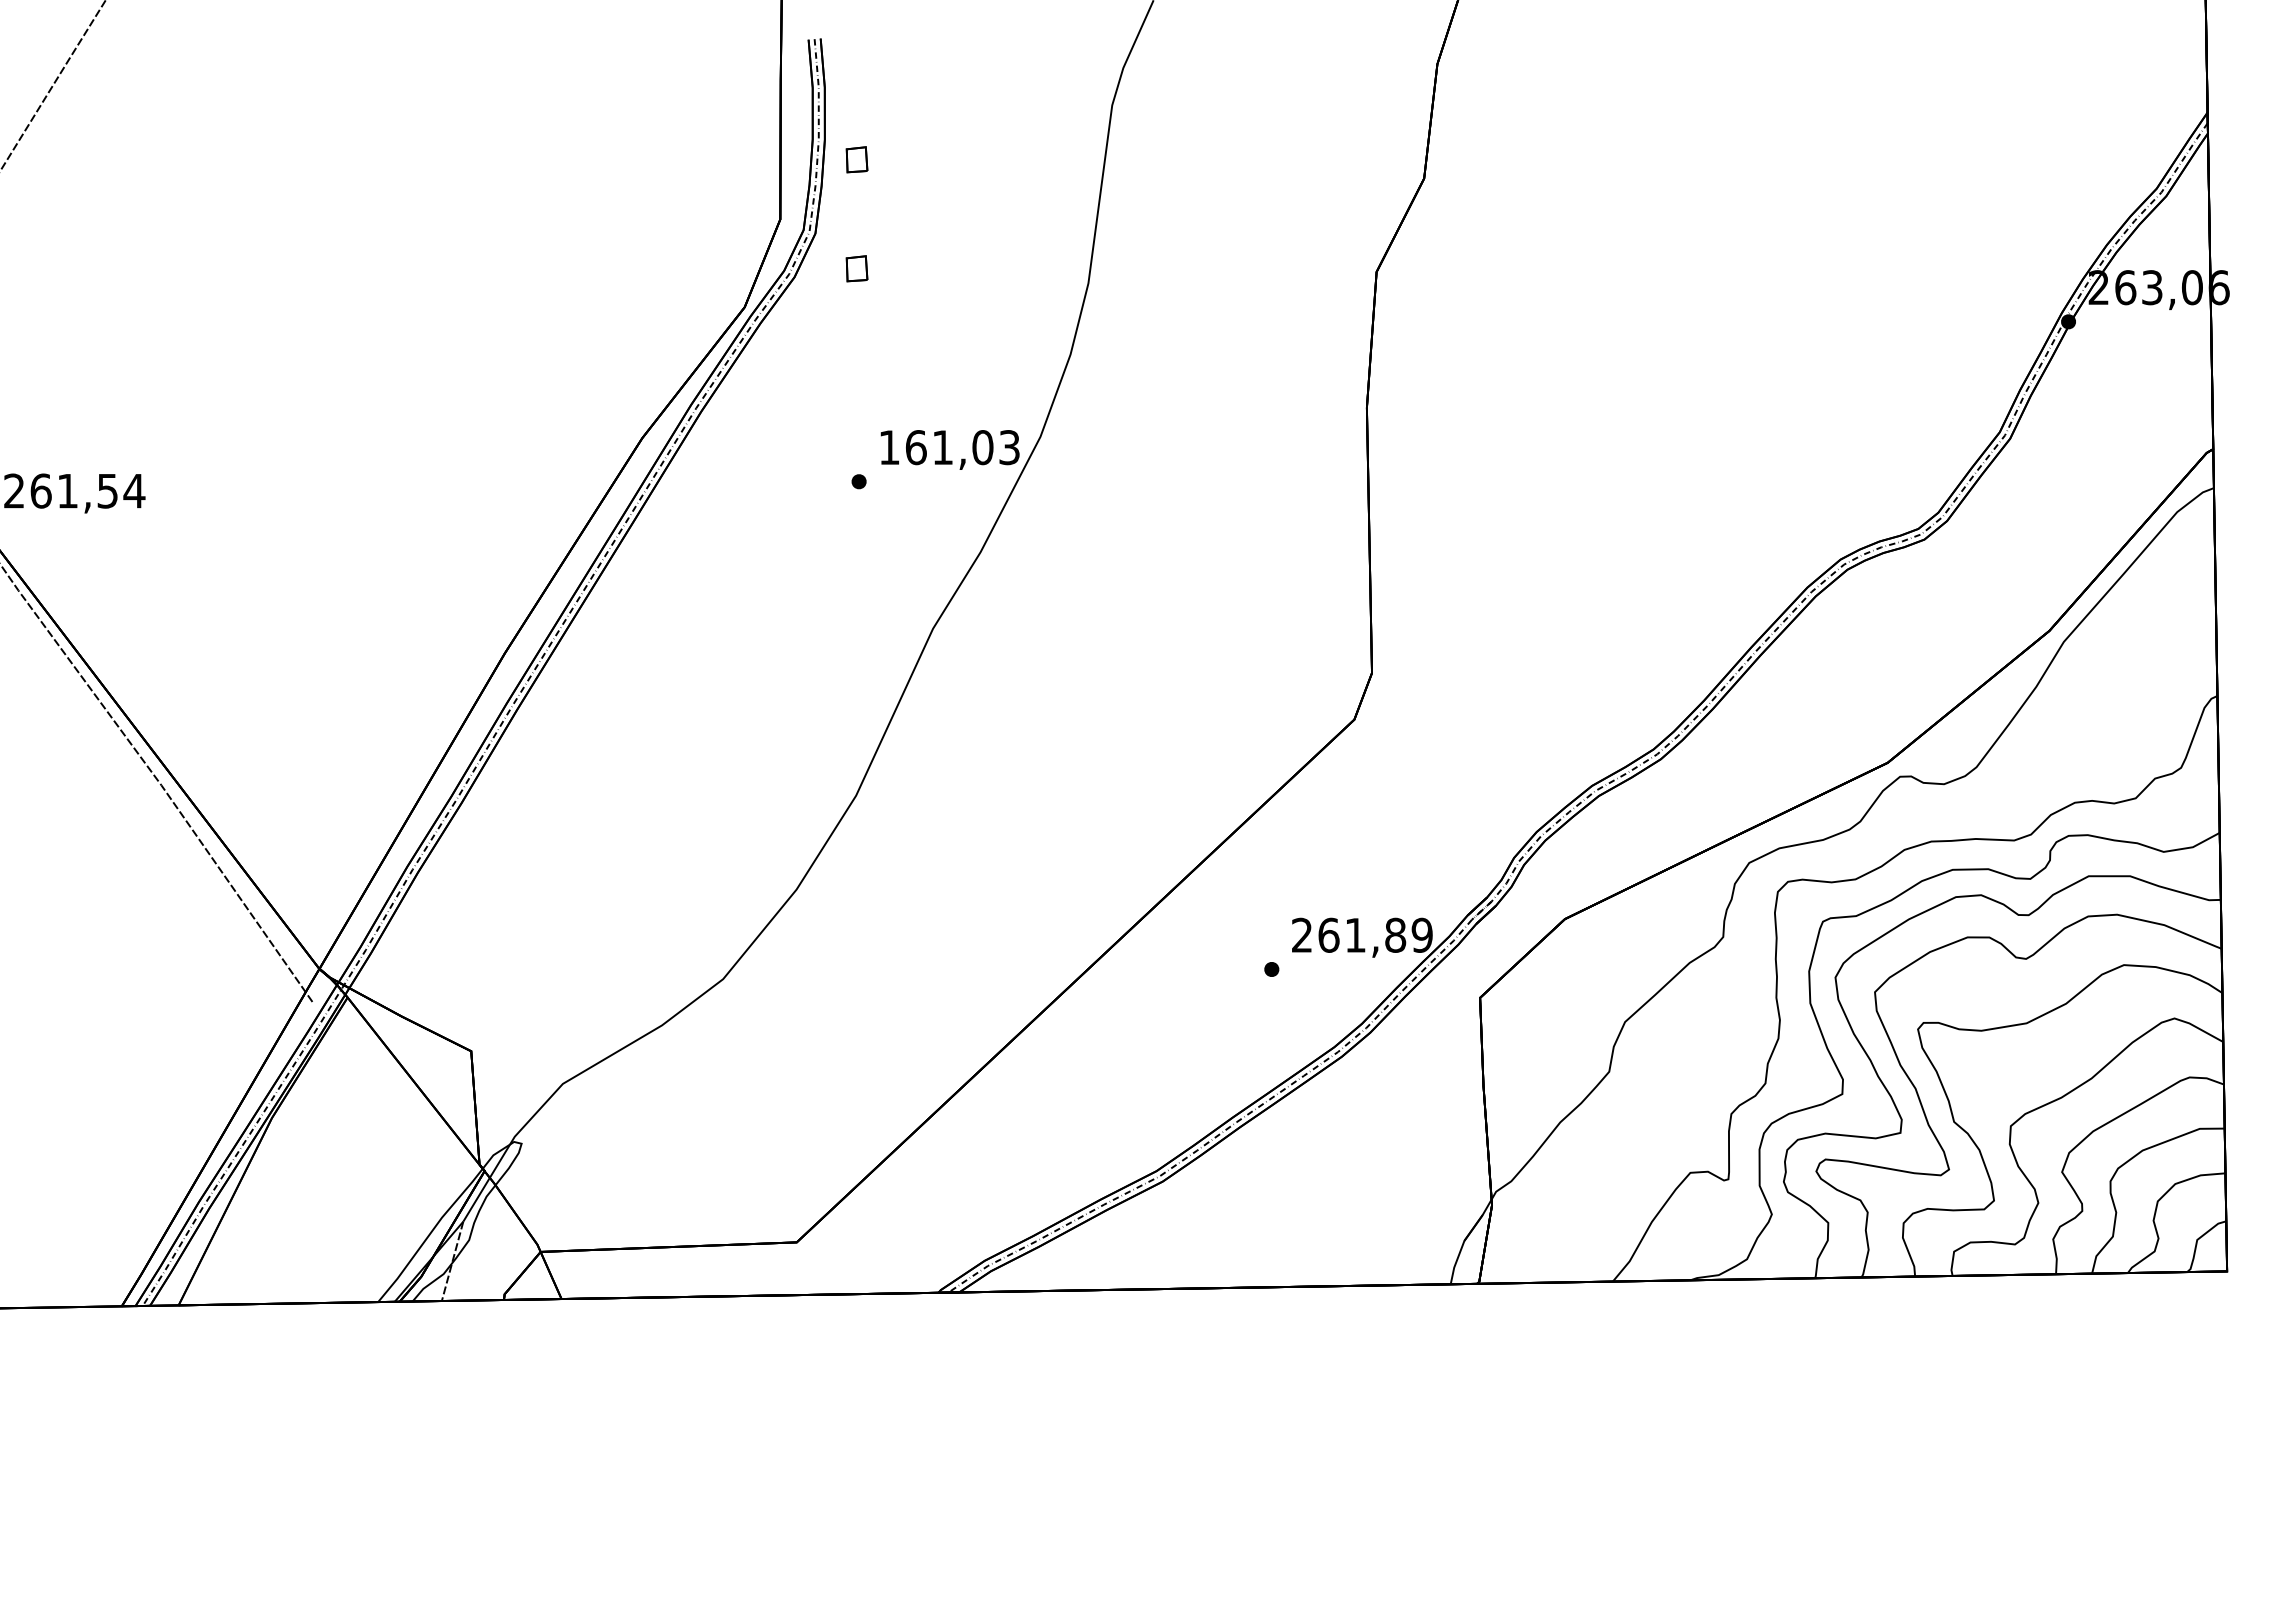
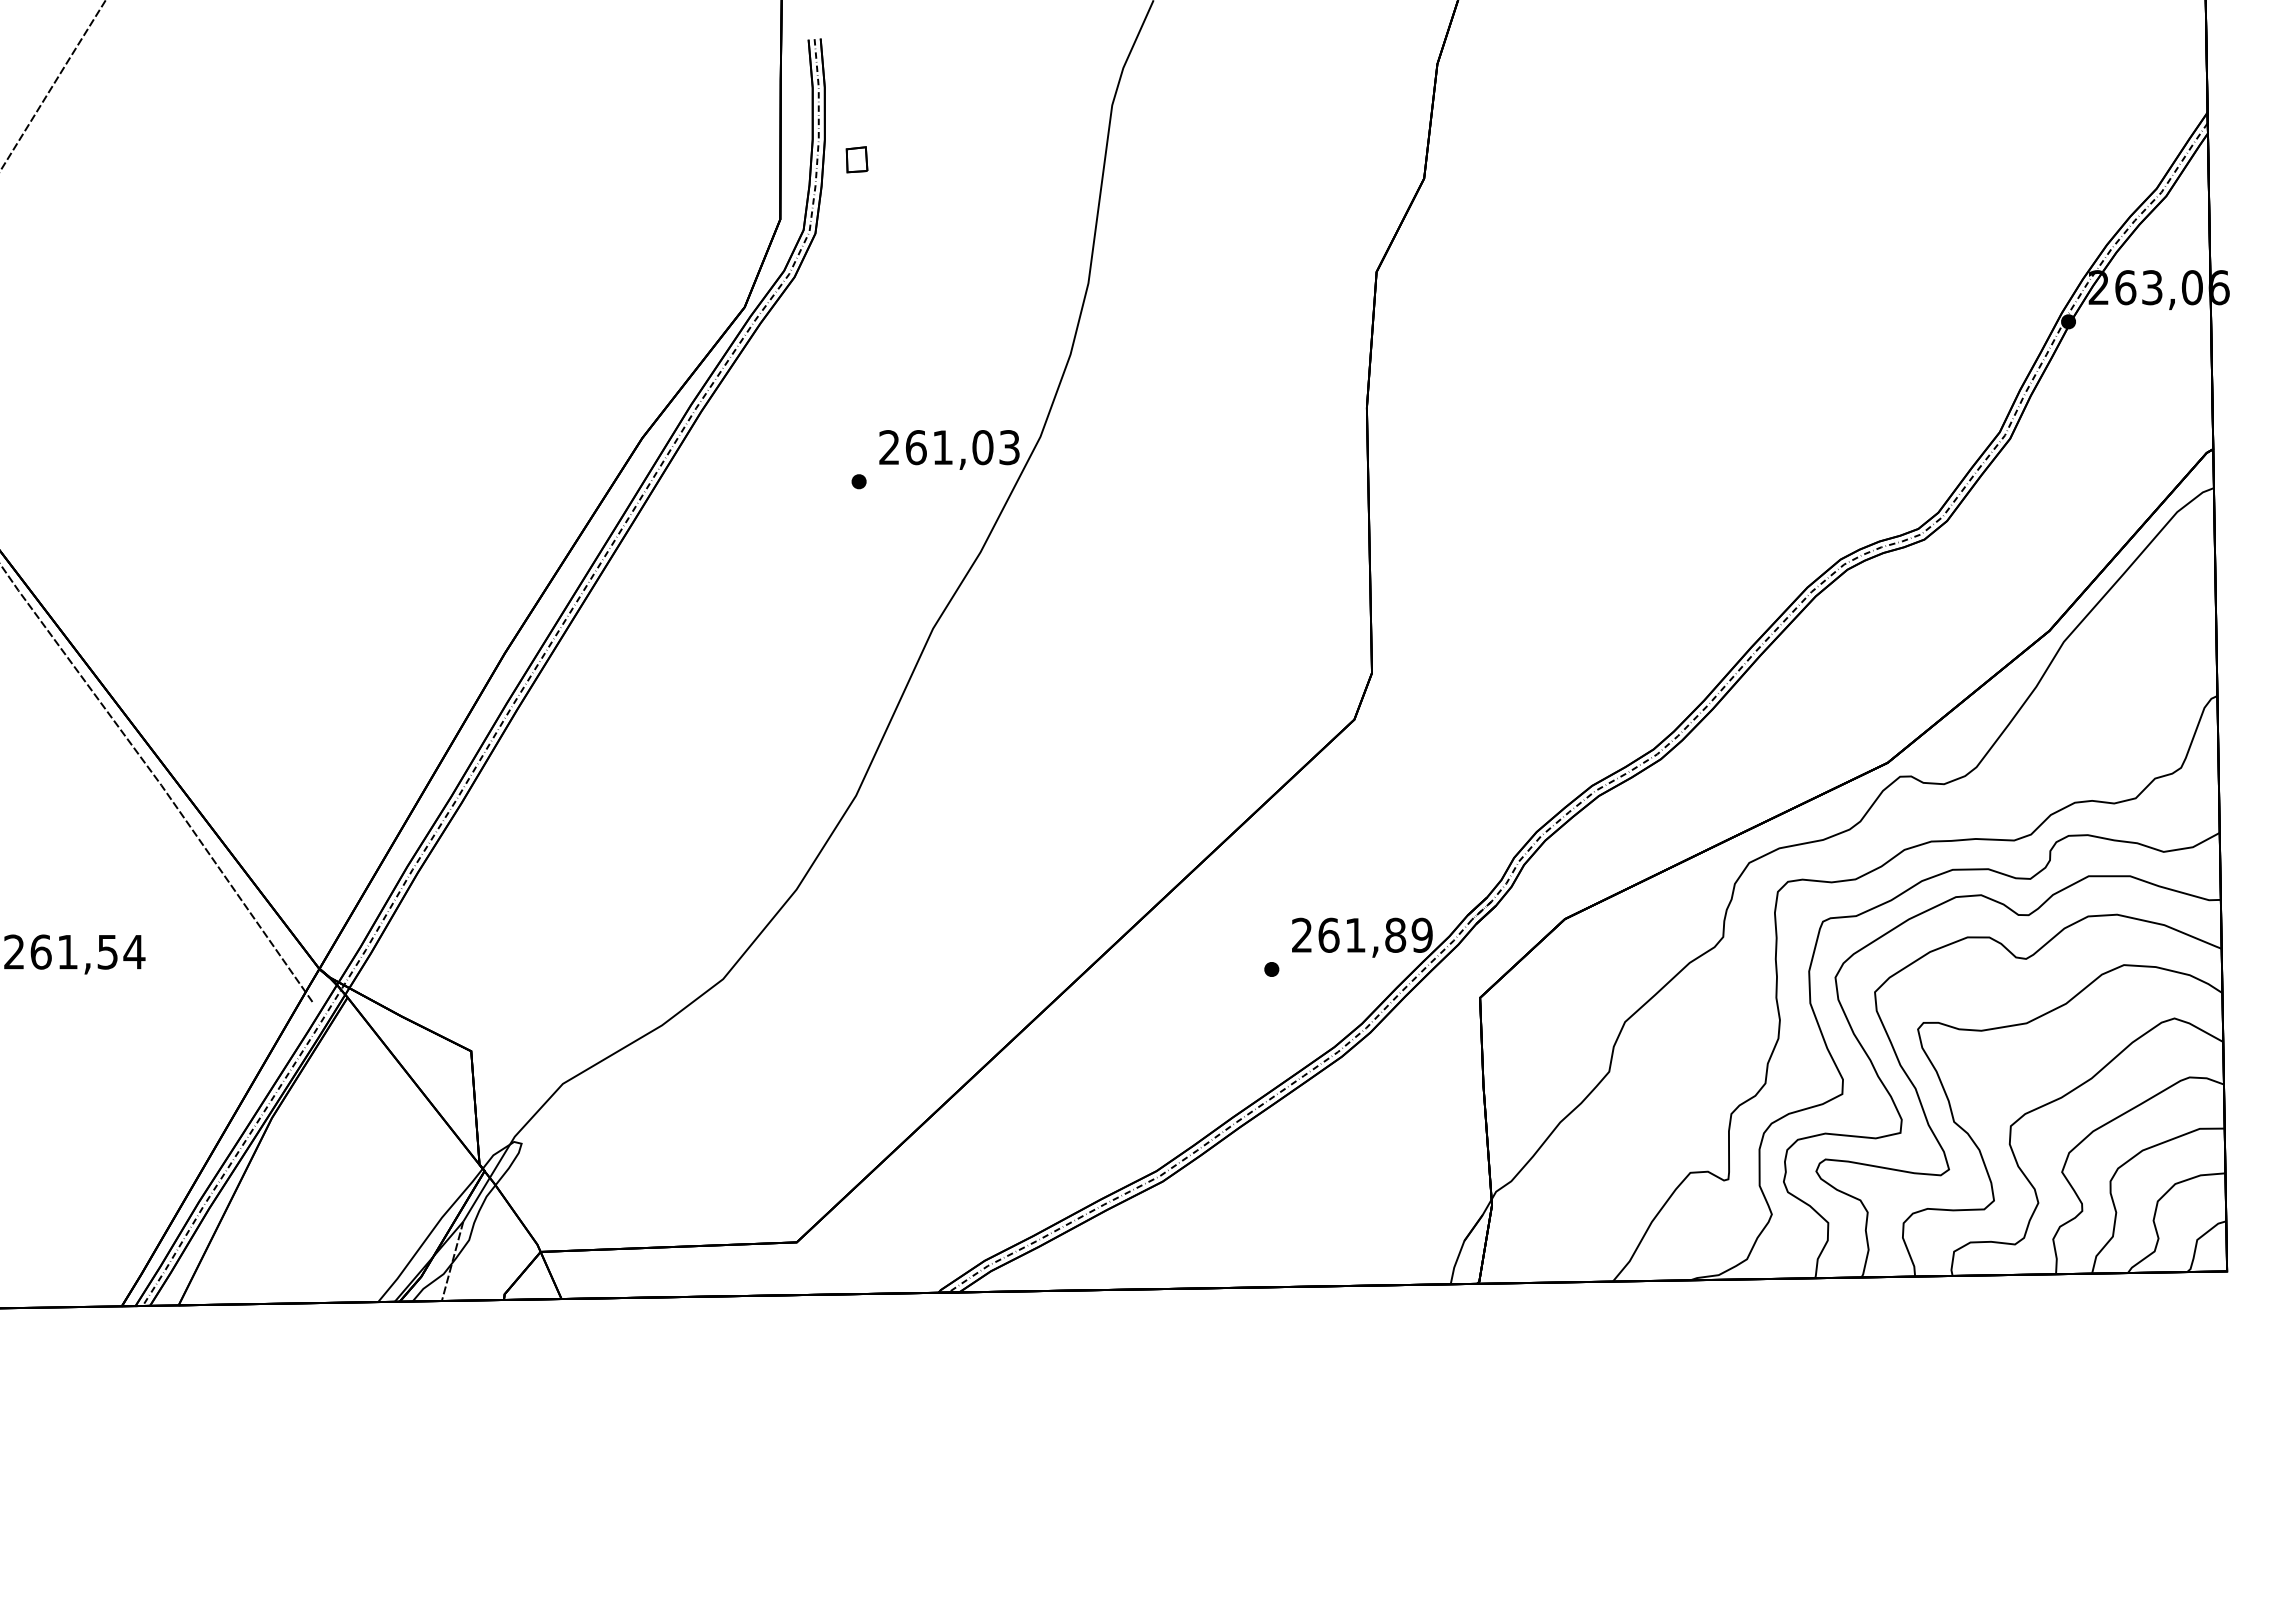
part at (856, 268): present -> none
text at (889, 447): 161,03 -> 261,03
text at (74, 493) position: (74, 493) -> (74, 954)
